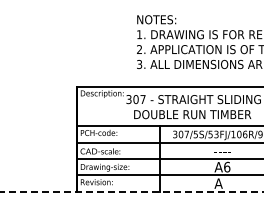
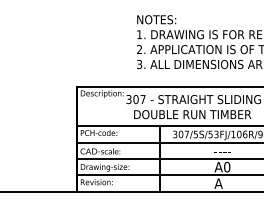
text at (227, 166): A6 -> A0
line at (131, 191): dashed -> solid
